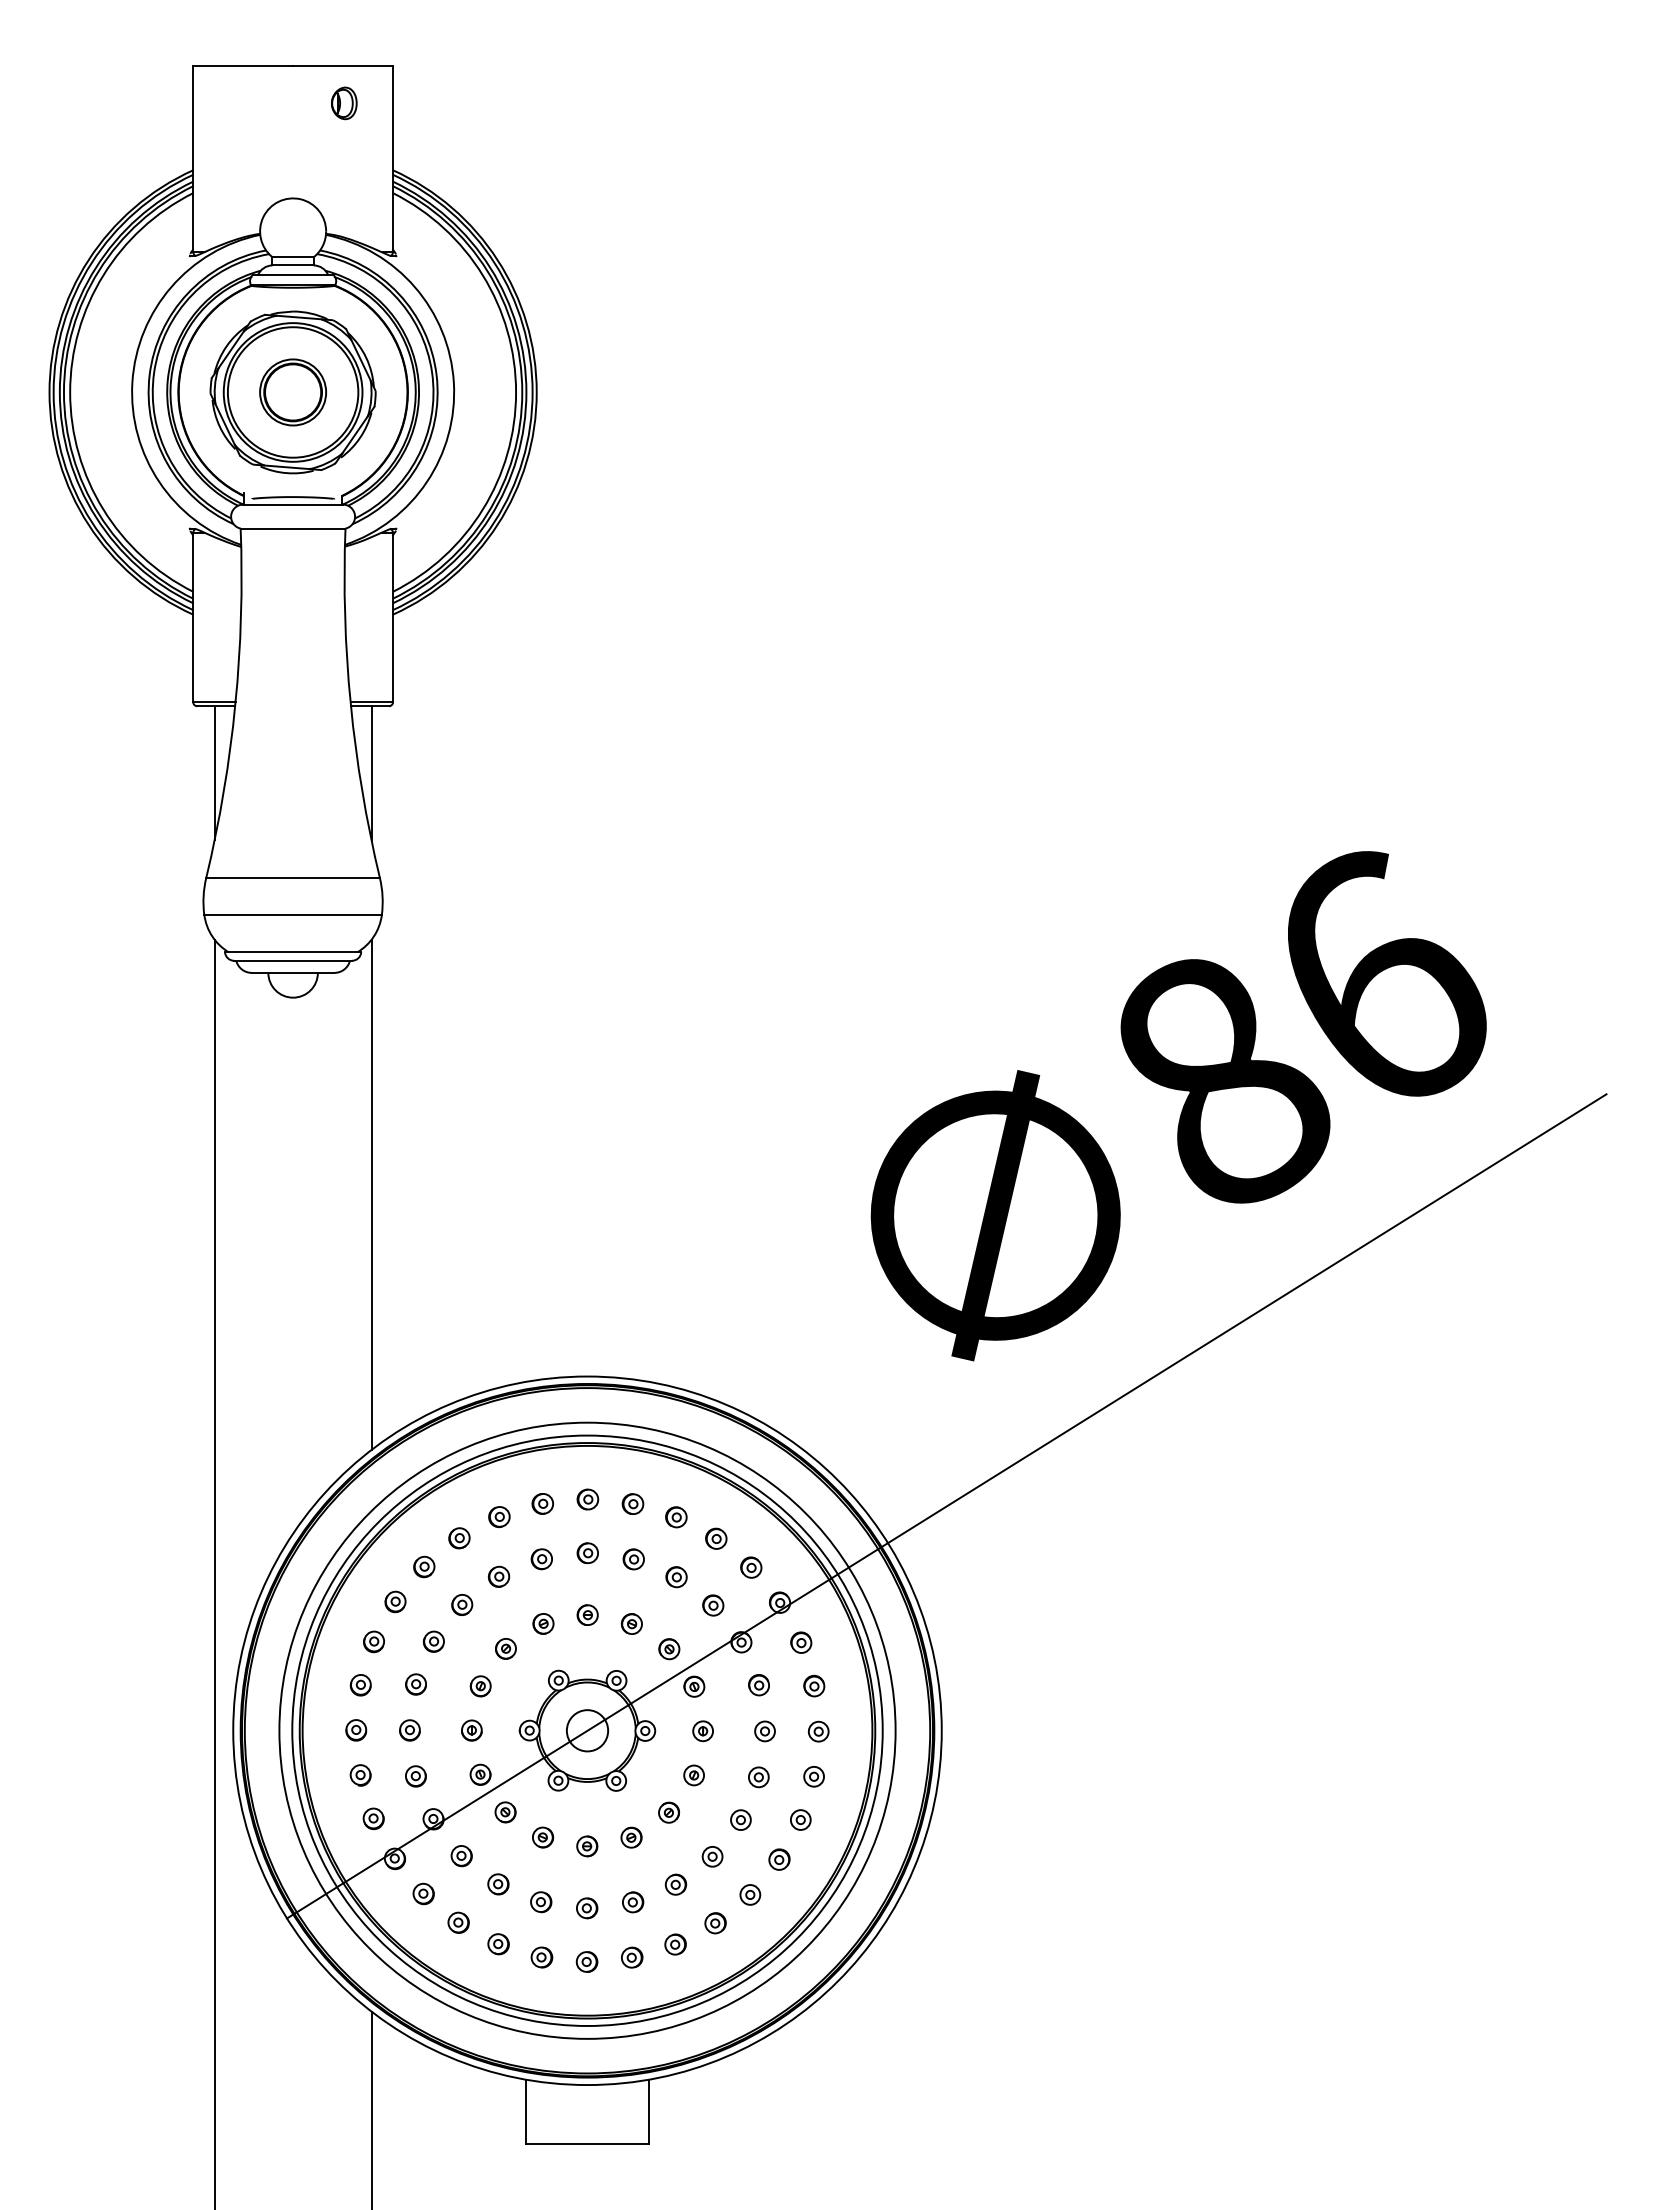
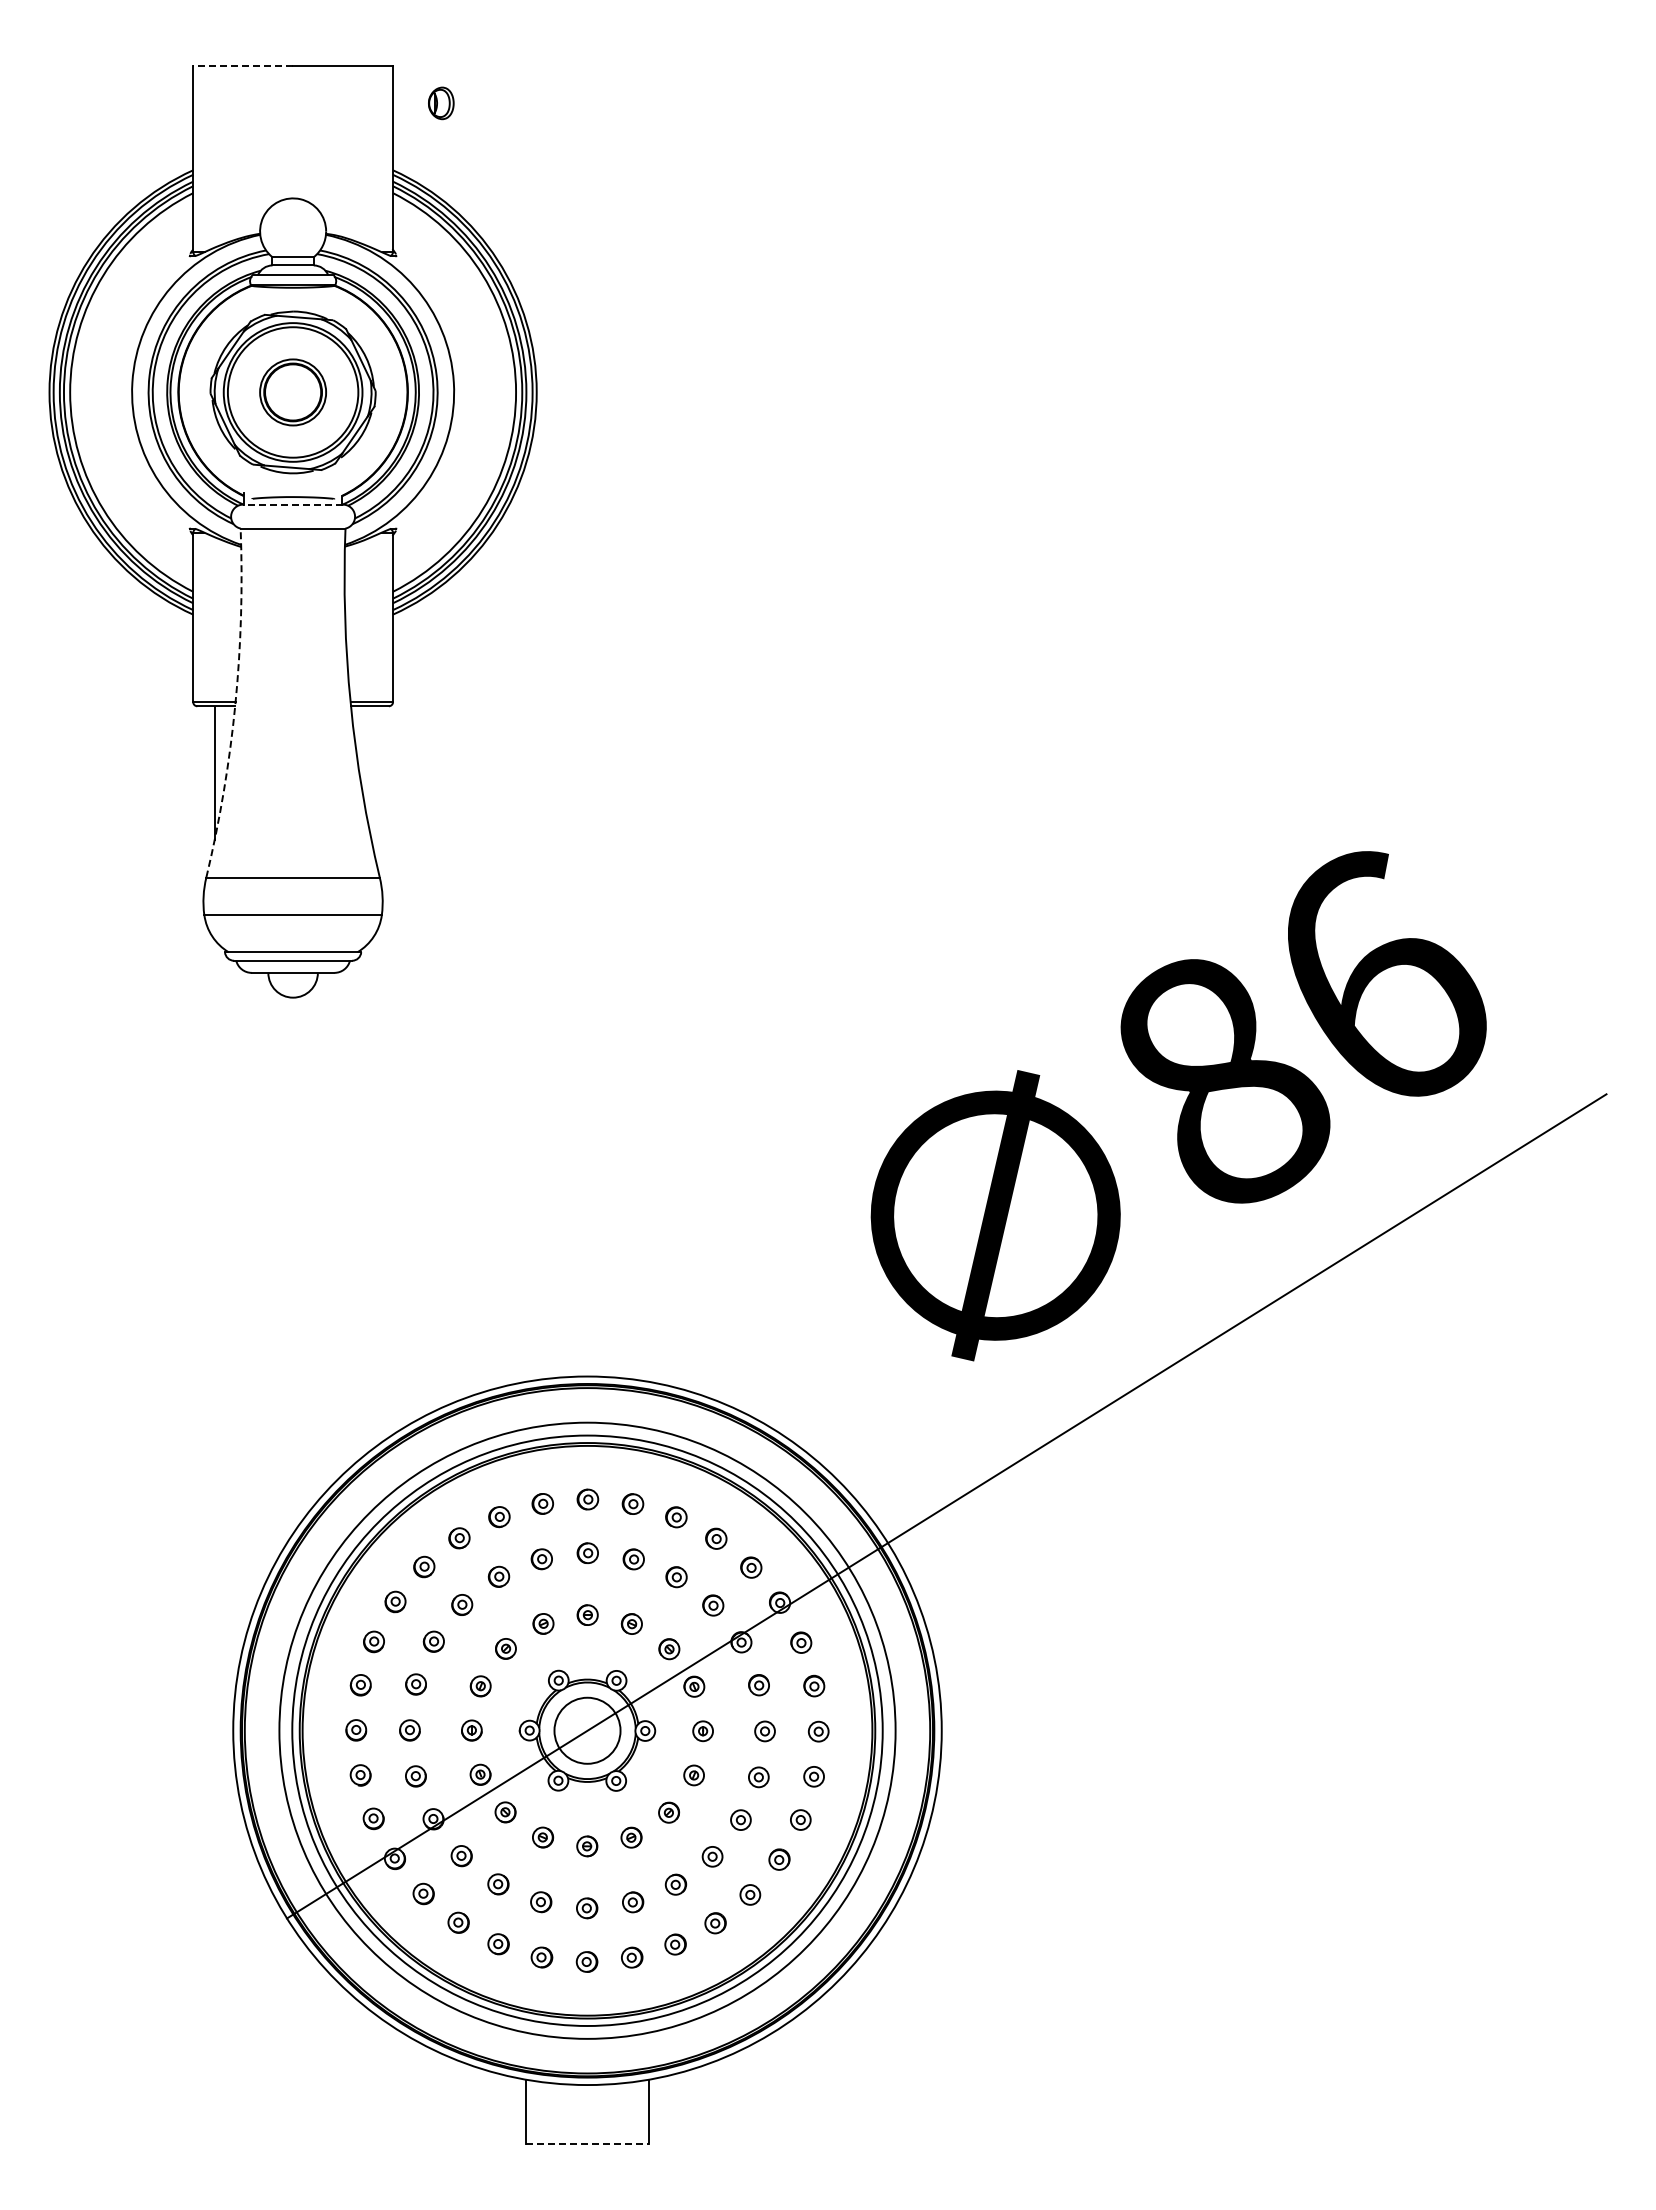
line at (243, 66): solid -> dashed
part at (344, 103) position: (344, 103) -> (441, 103)
line at (293, 504): solid -> dashed
arc at (235, 704): solid -> dashed
line at (371, 773): present -> none
line at (371, 1194): present -> none
line at (214, 1572): present -> none
circle at (587, 1730) diameter: 41 px -> 66 px
line at (371, 2108): present -> none
line at (587, 2143): solid -> dashed
